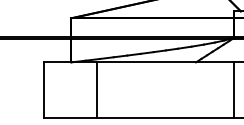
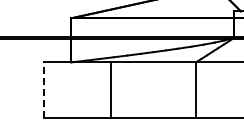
line at (43, 89): solid -> dashed
line at (97, 89) position: (97, 89) -> (111, 89)
line at (234, 89) position: (234, 89) -> (196, 89)
